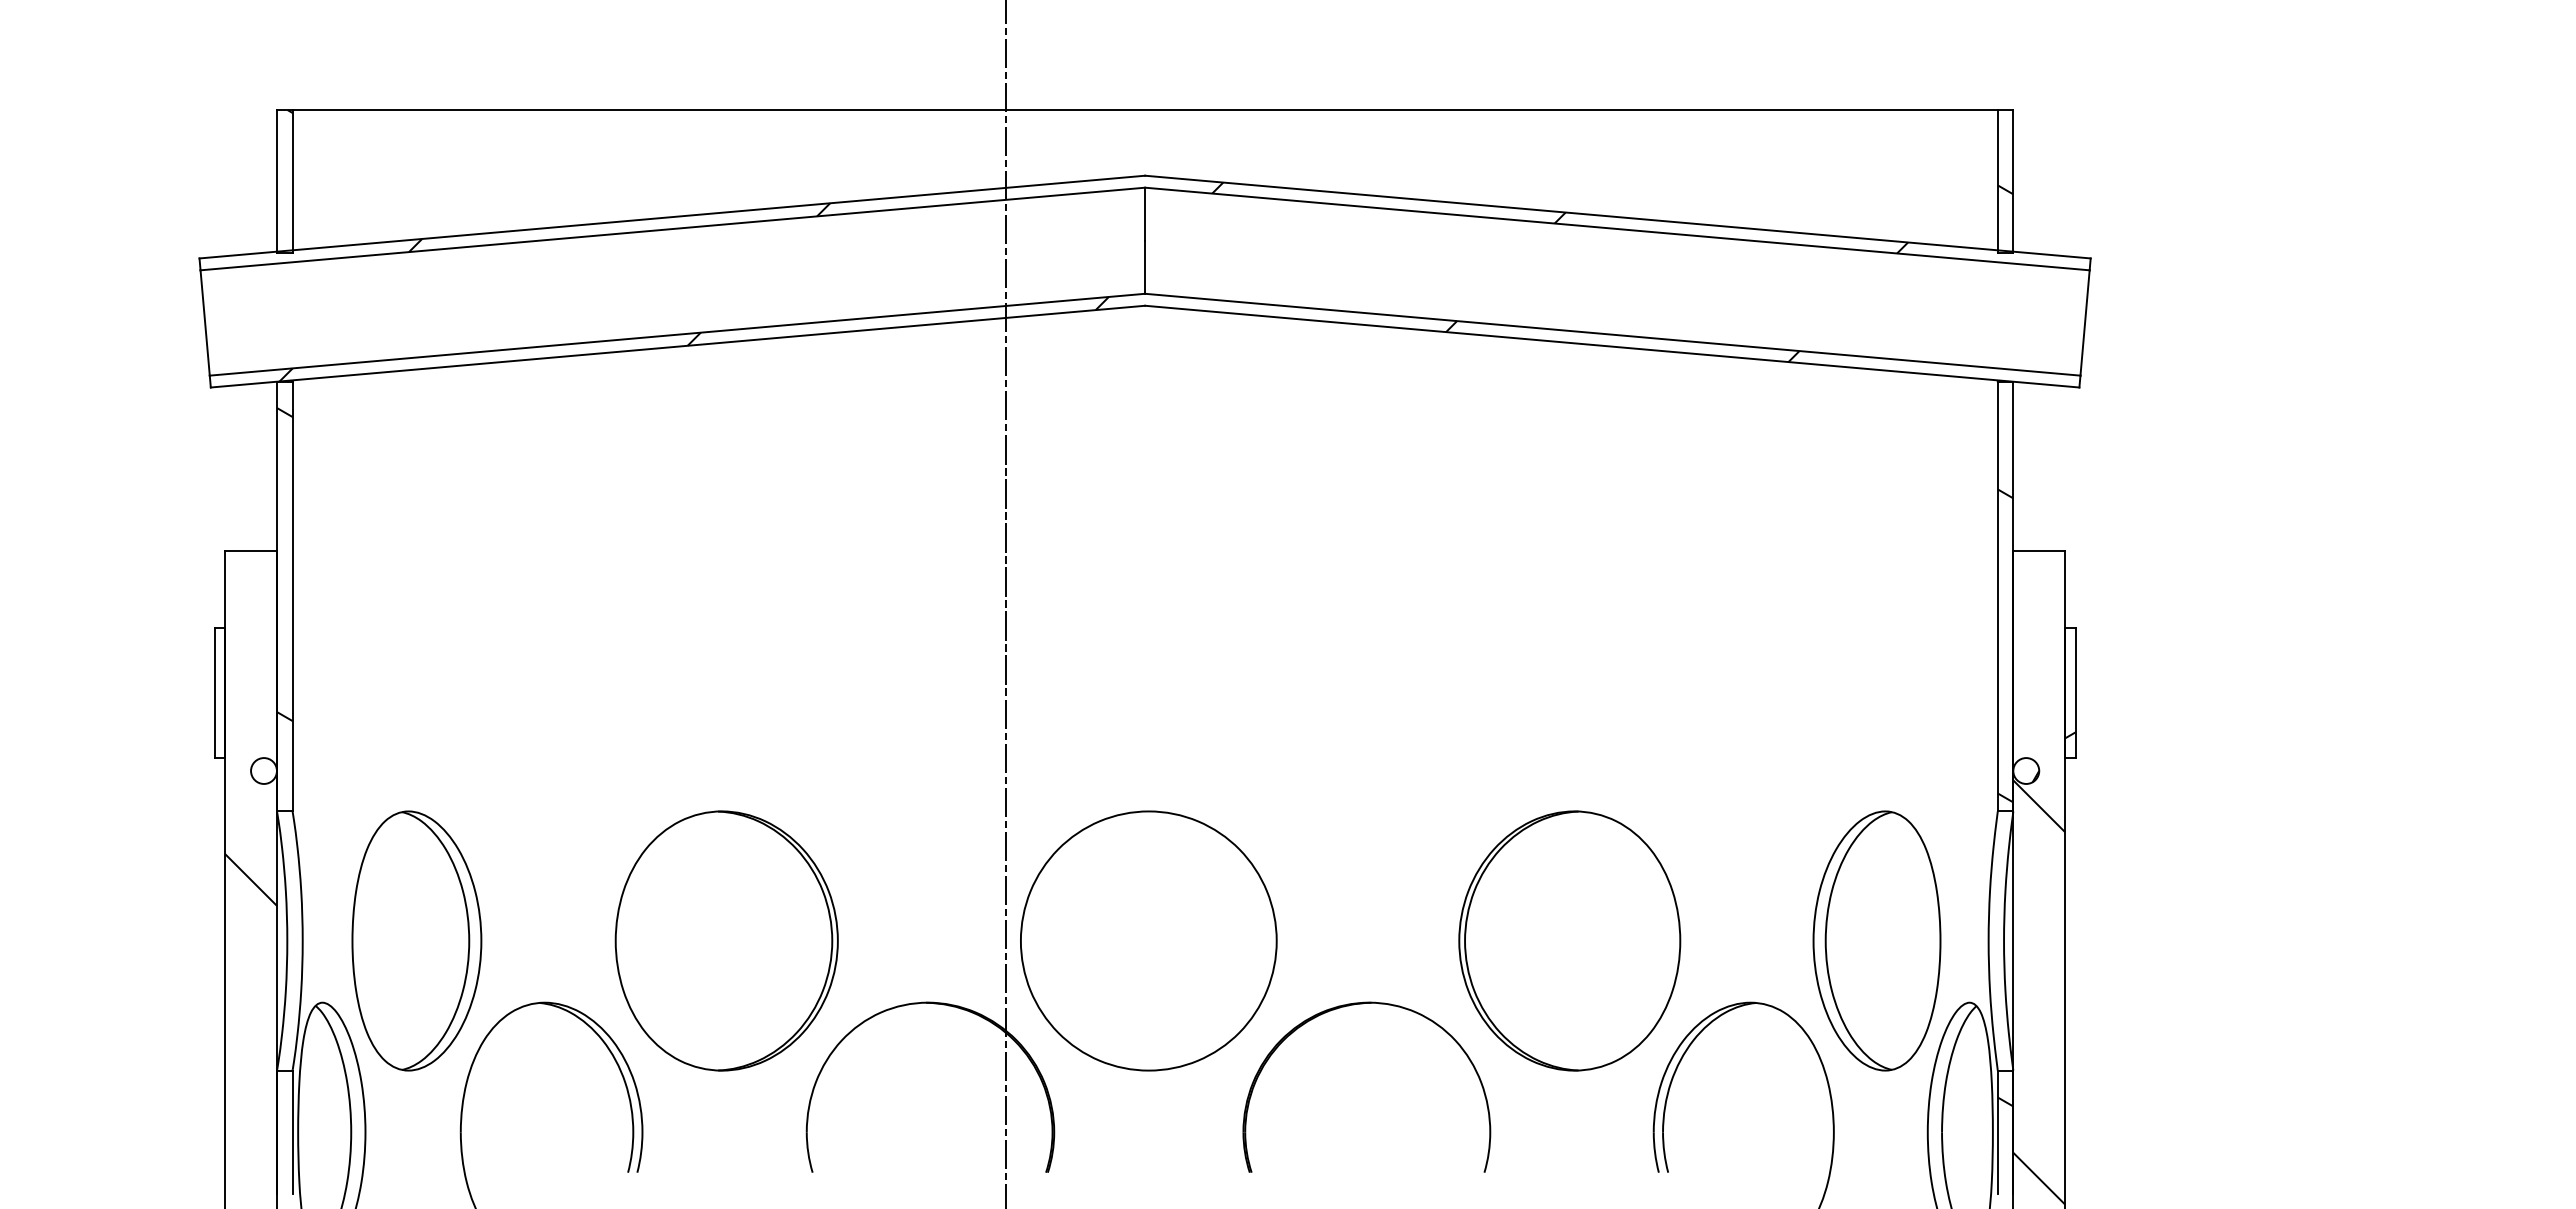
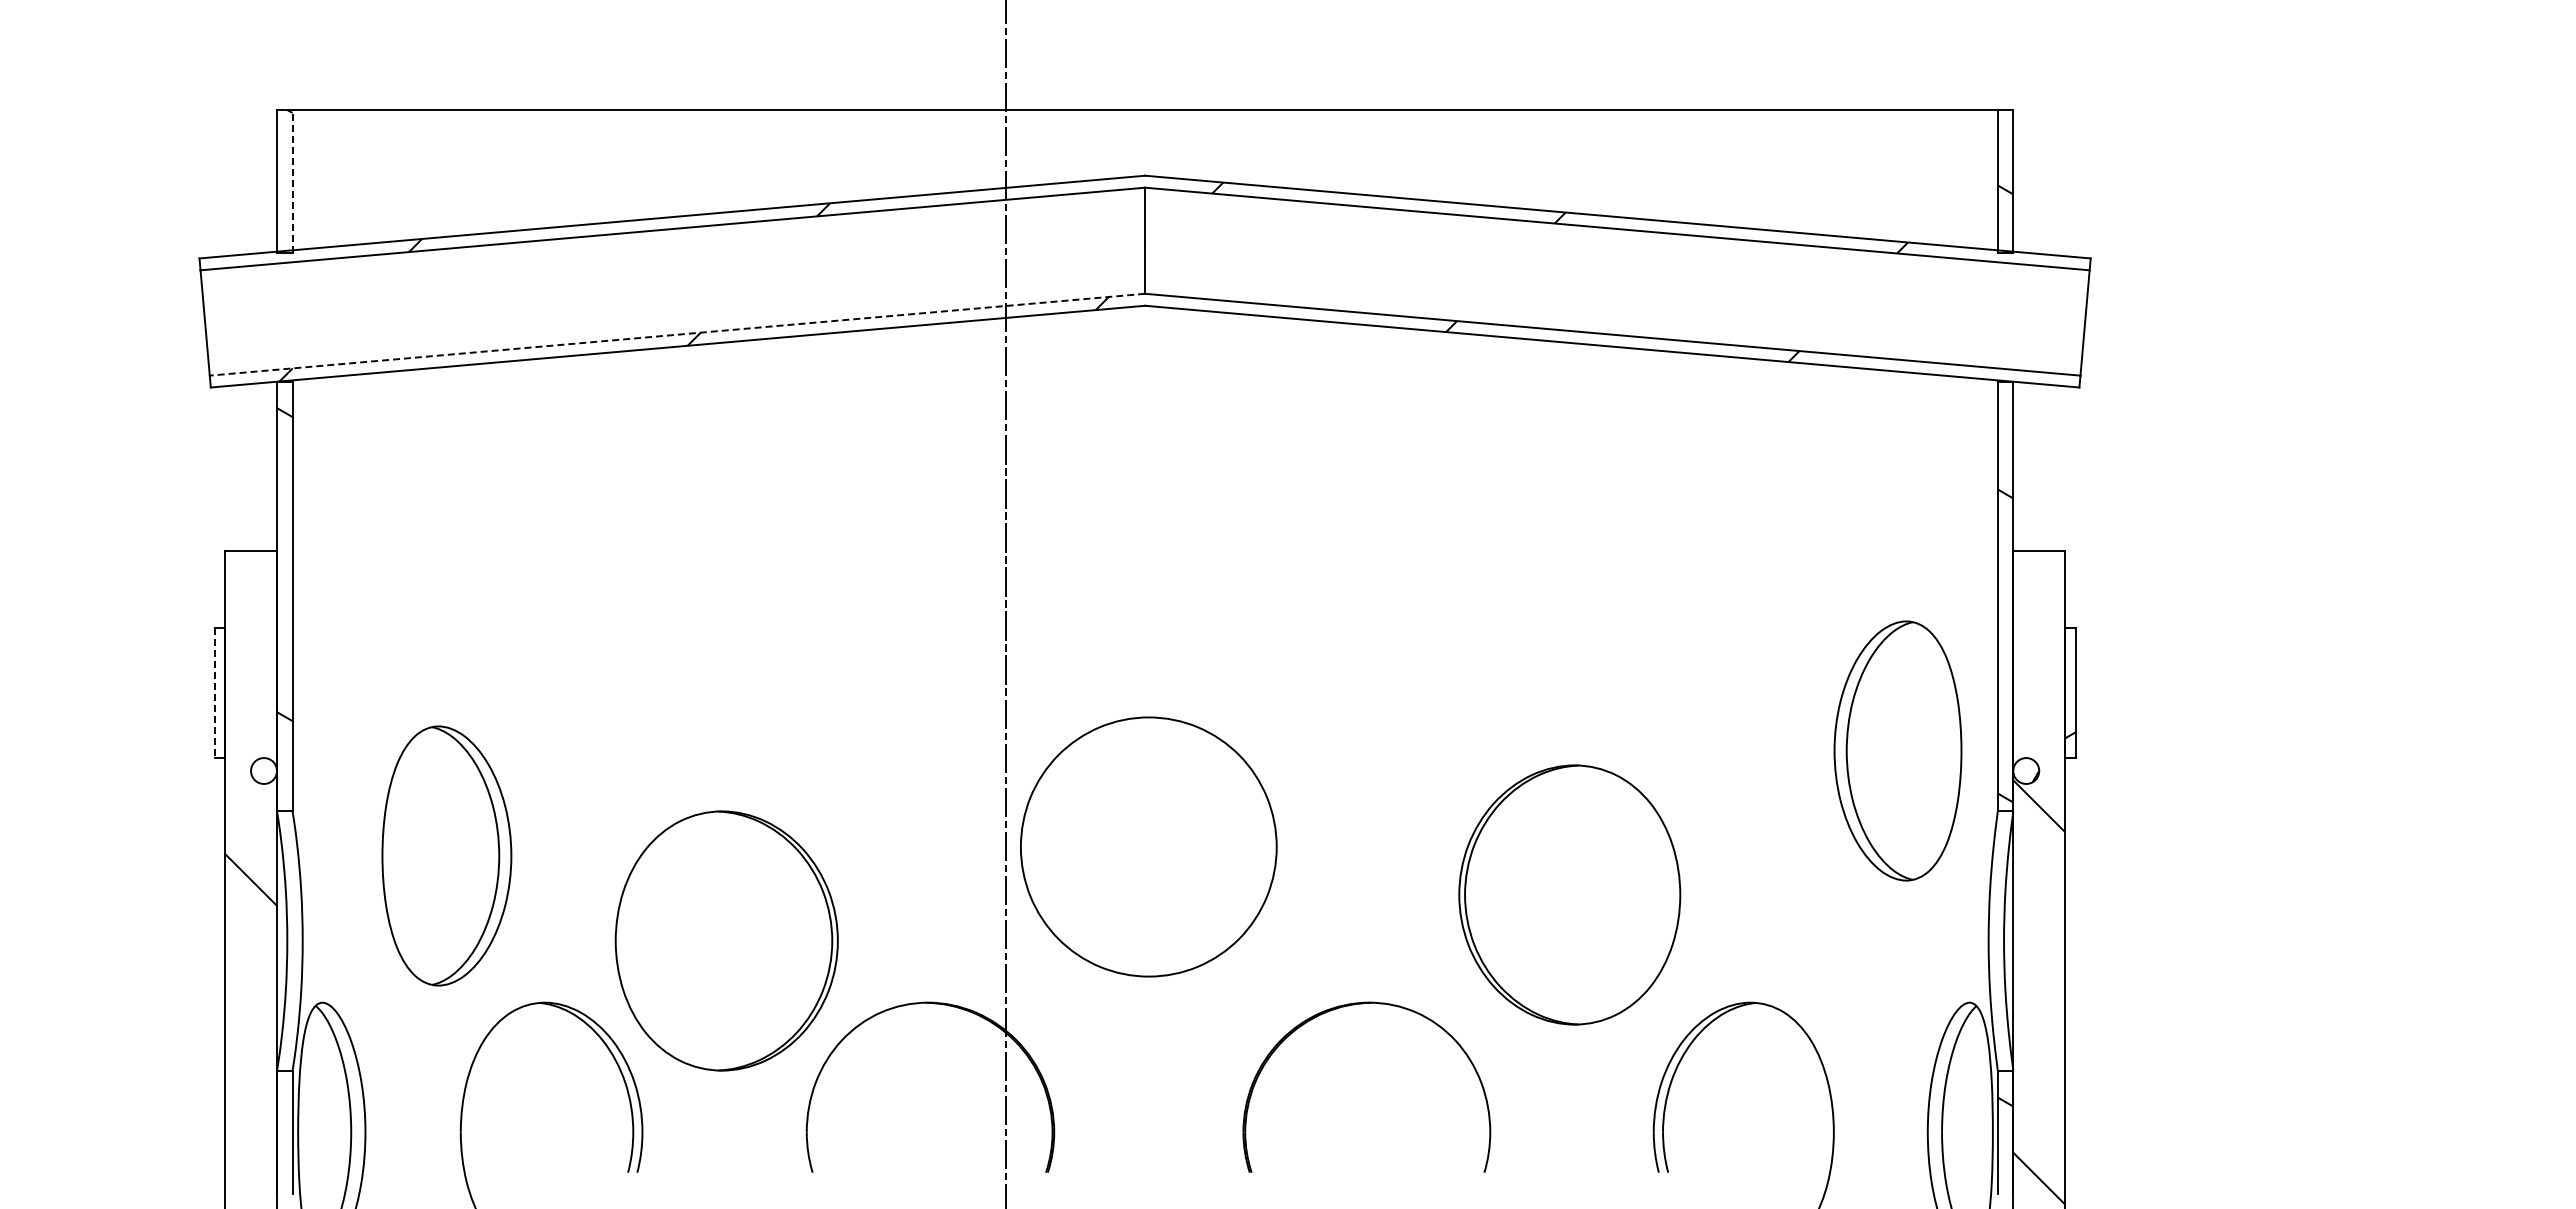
line at (292, 181): solid -> dashed
line at (676, 334): solid -> dashed
line at (214, 693): solid -> dashed
part at (416, 940) position: (416, 940) -> (446, 855)
part at (1148, 940) position: (1148, 940) -> (1148, 846)
part at (1569, 940) position: (1569, 940) -> (1569, 894)
part at (1876, 940) position: (1876, 940) -> (1897, 750)
